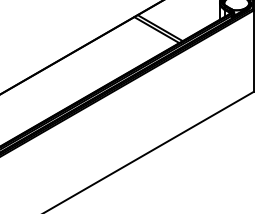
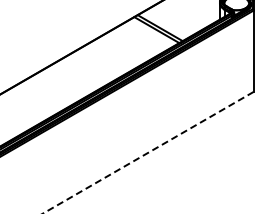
line at (148, 152): solid -> dashed
